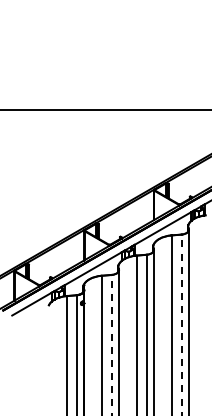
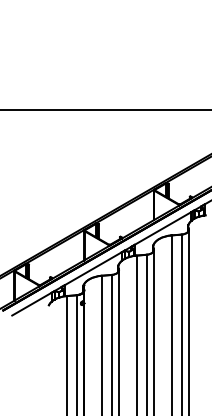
line at (181, 324): dashed -> solid
line at (111, 344): dashed -> solid
